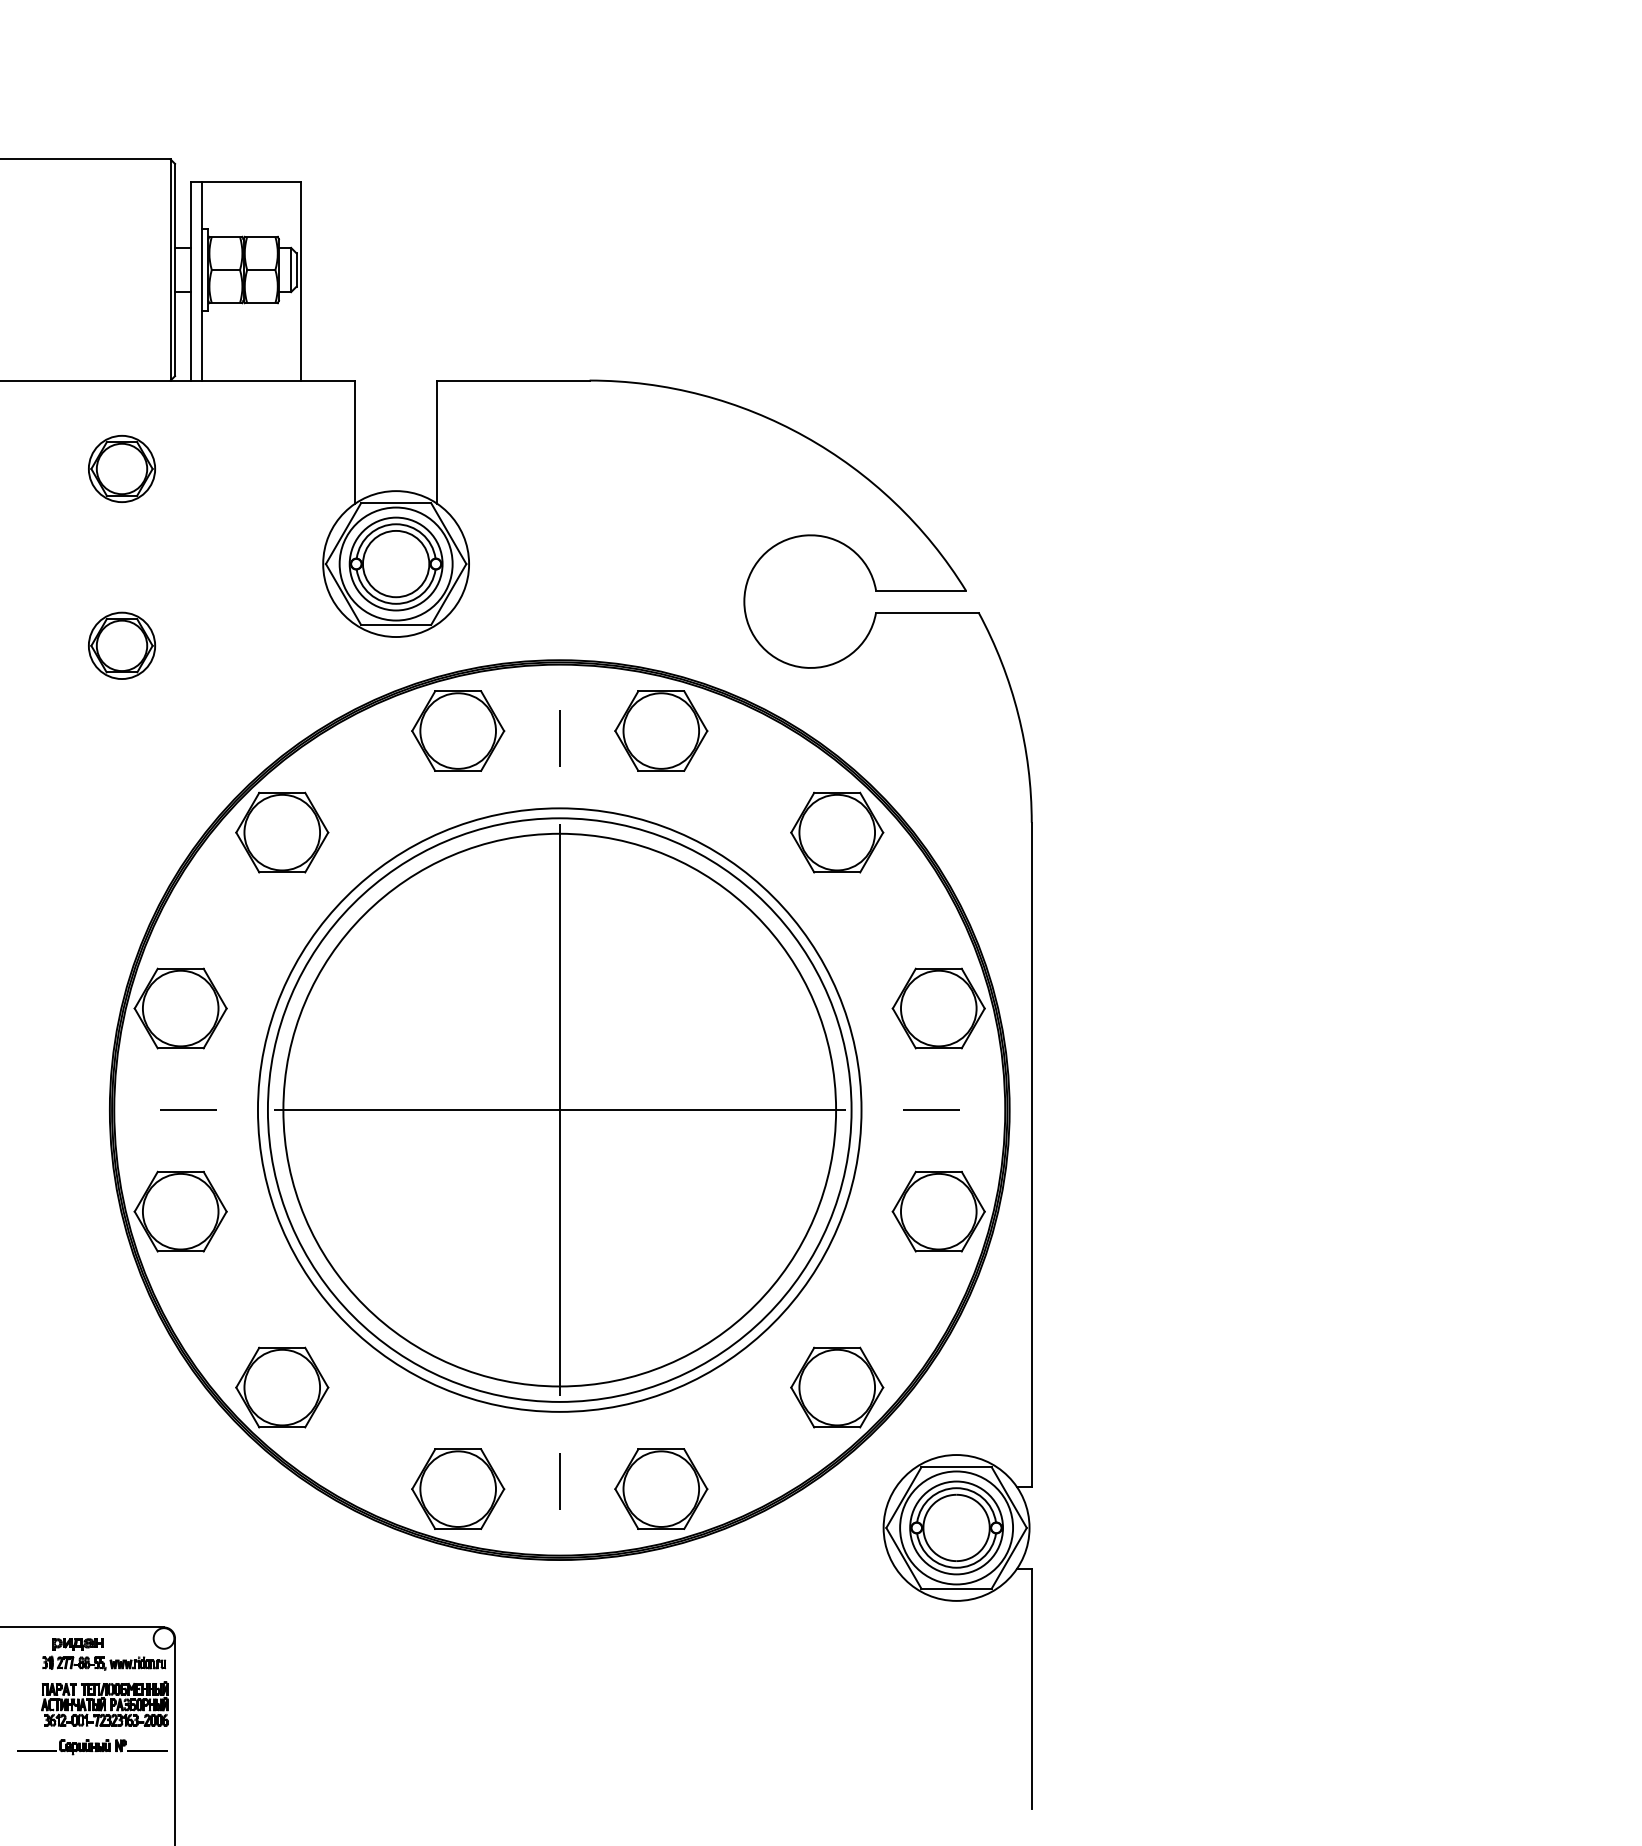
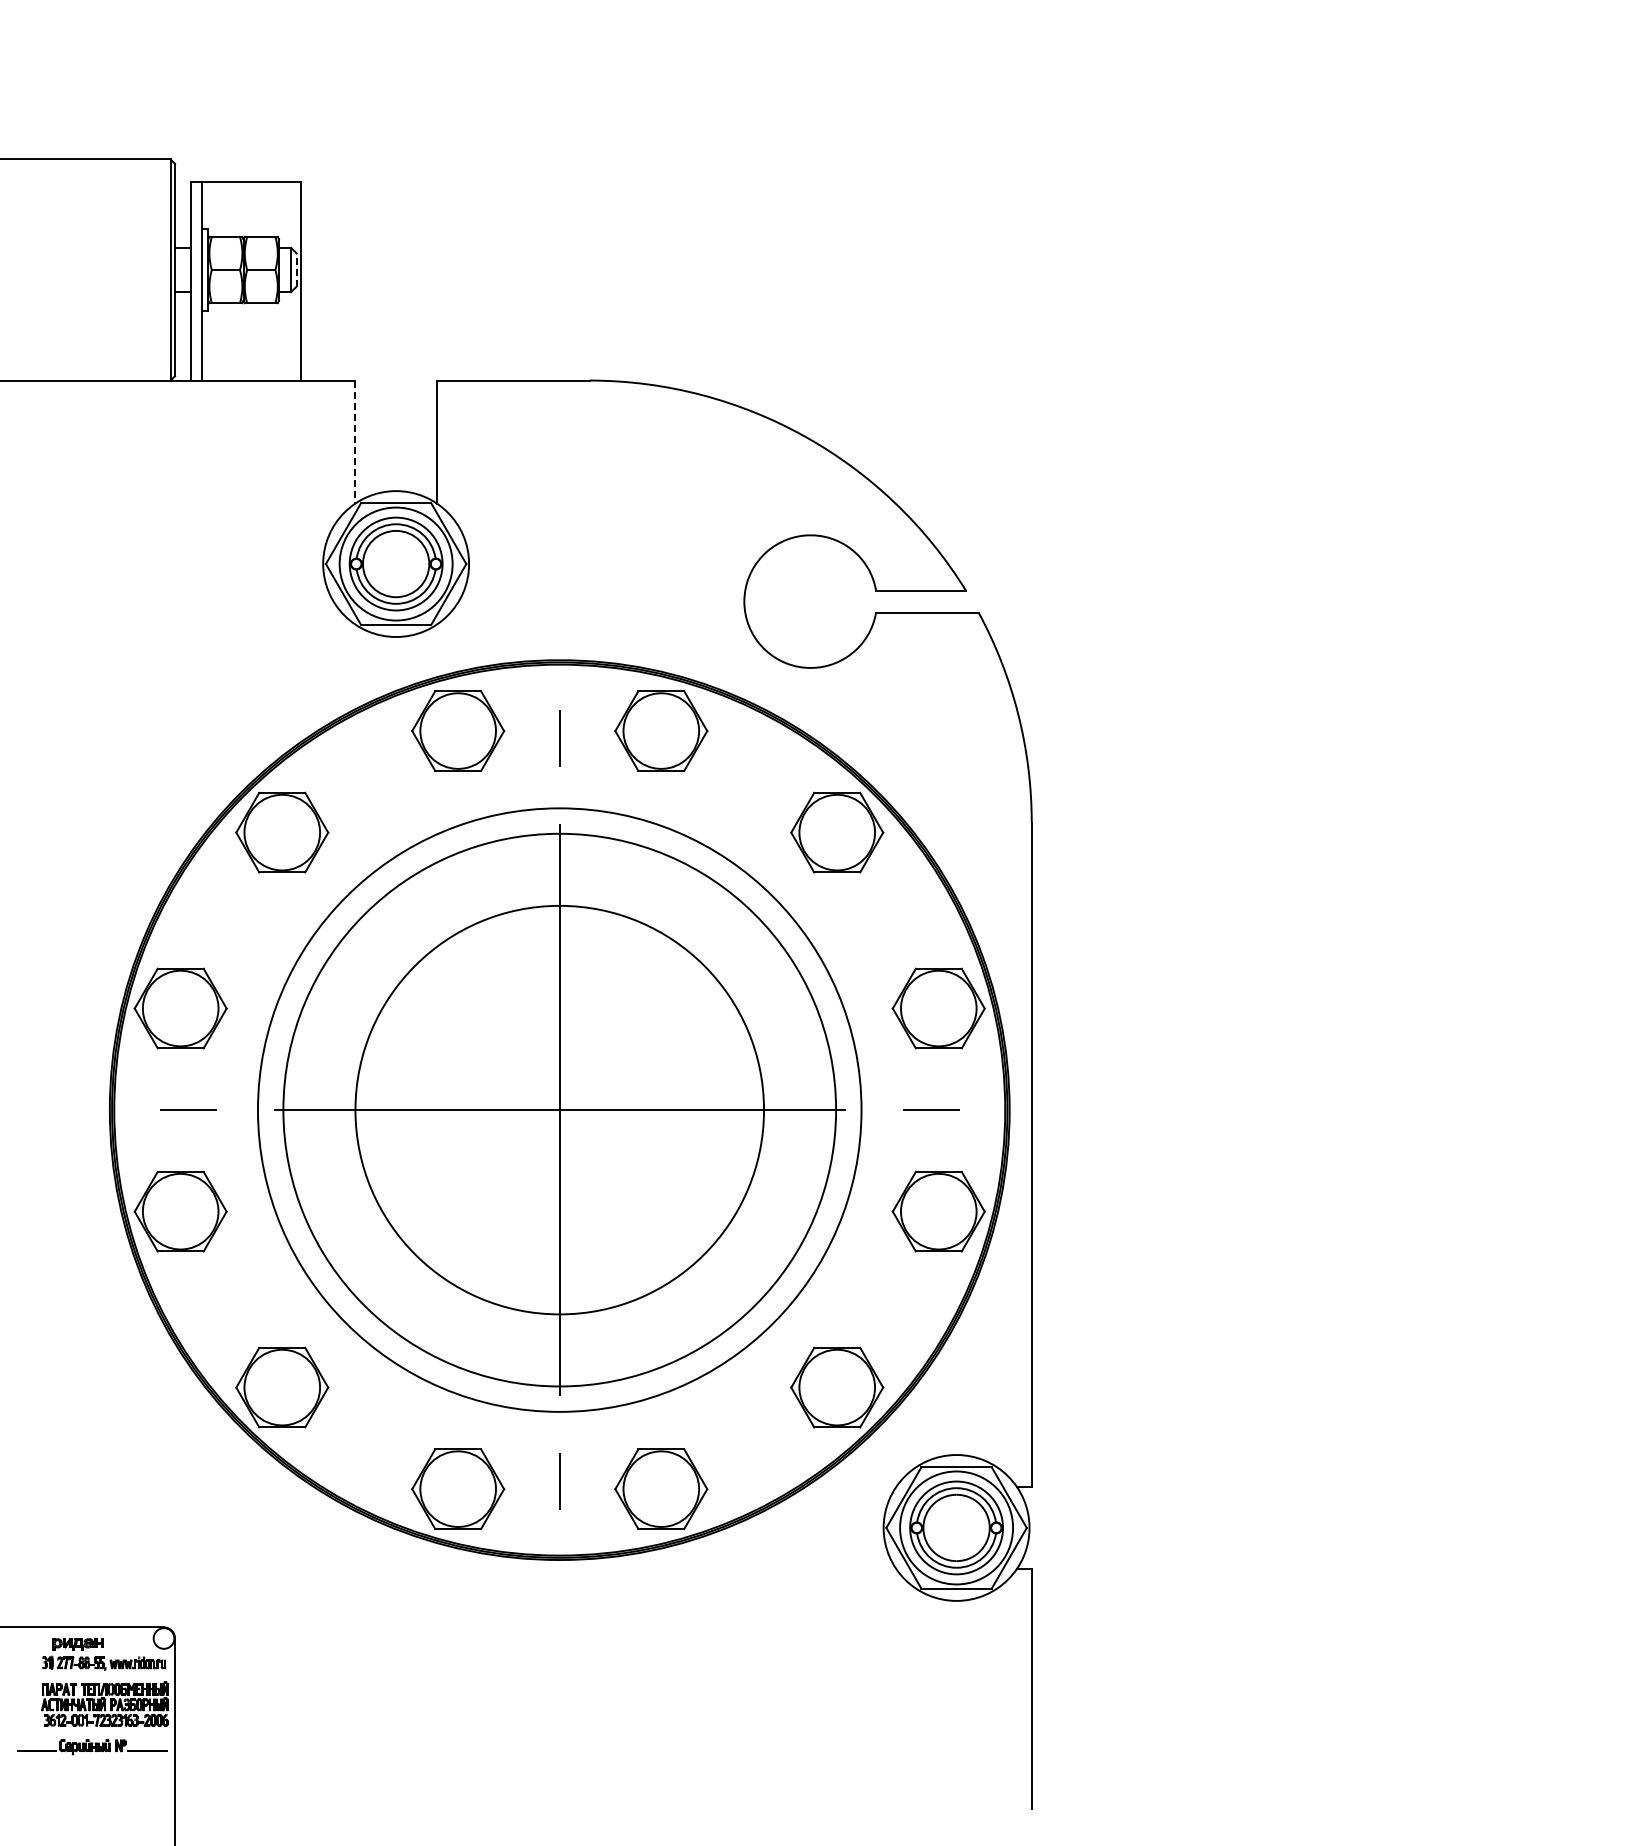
line at (296, 270): solid -> dashed
line at (355, 442): solid -> dashed
part at (122, 468): present -> none
part at (122, 645): present -> none
circle at (559, 1109) diameter: 584 px -> 409 px
